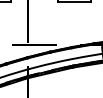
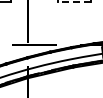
line at (74, 2): solid -> dashed
